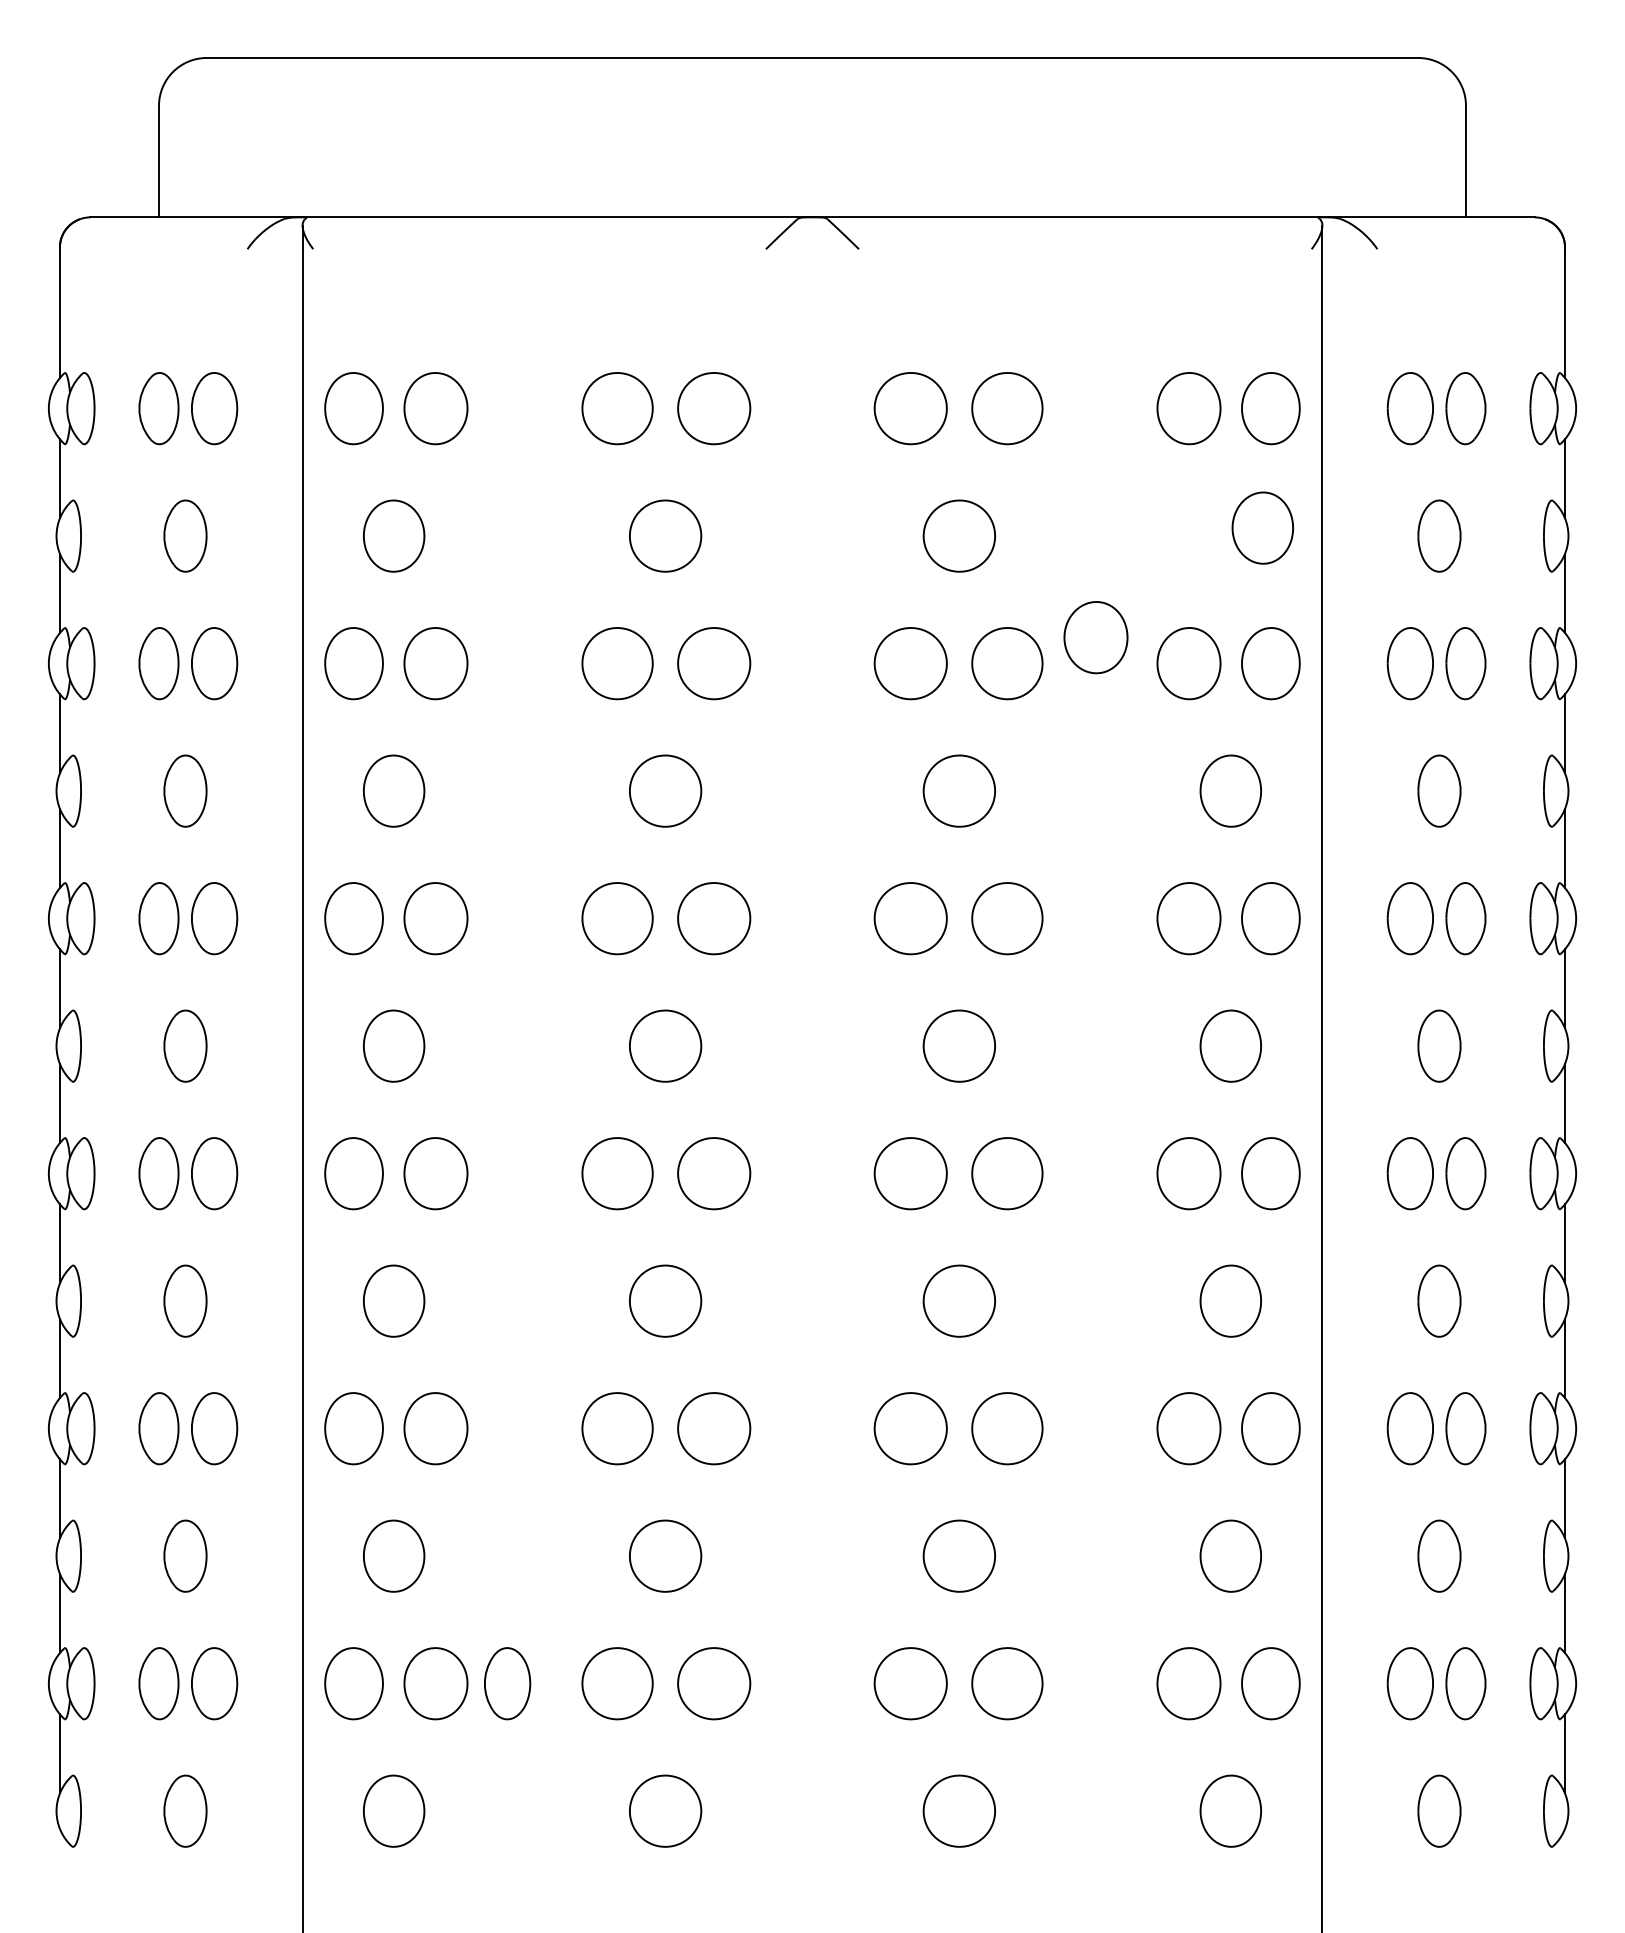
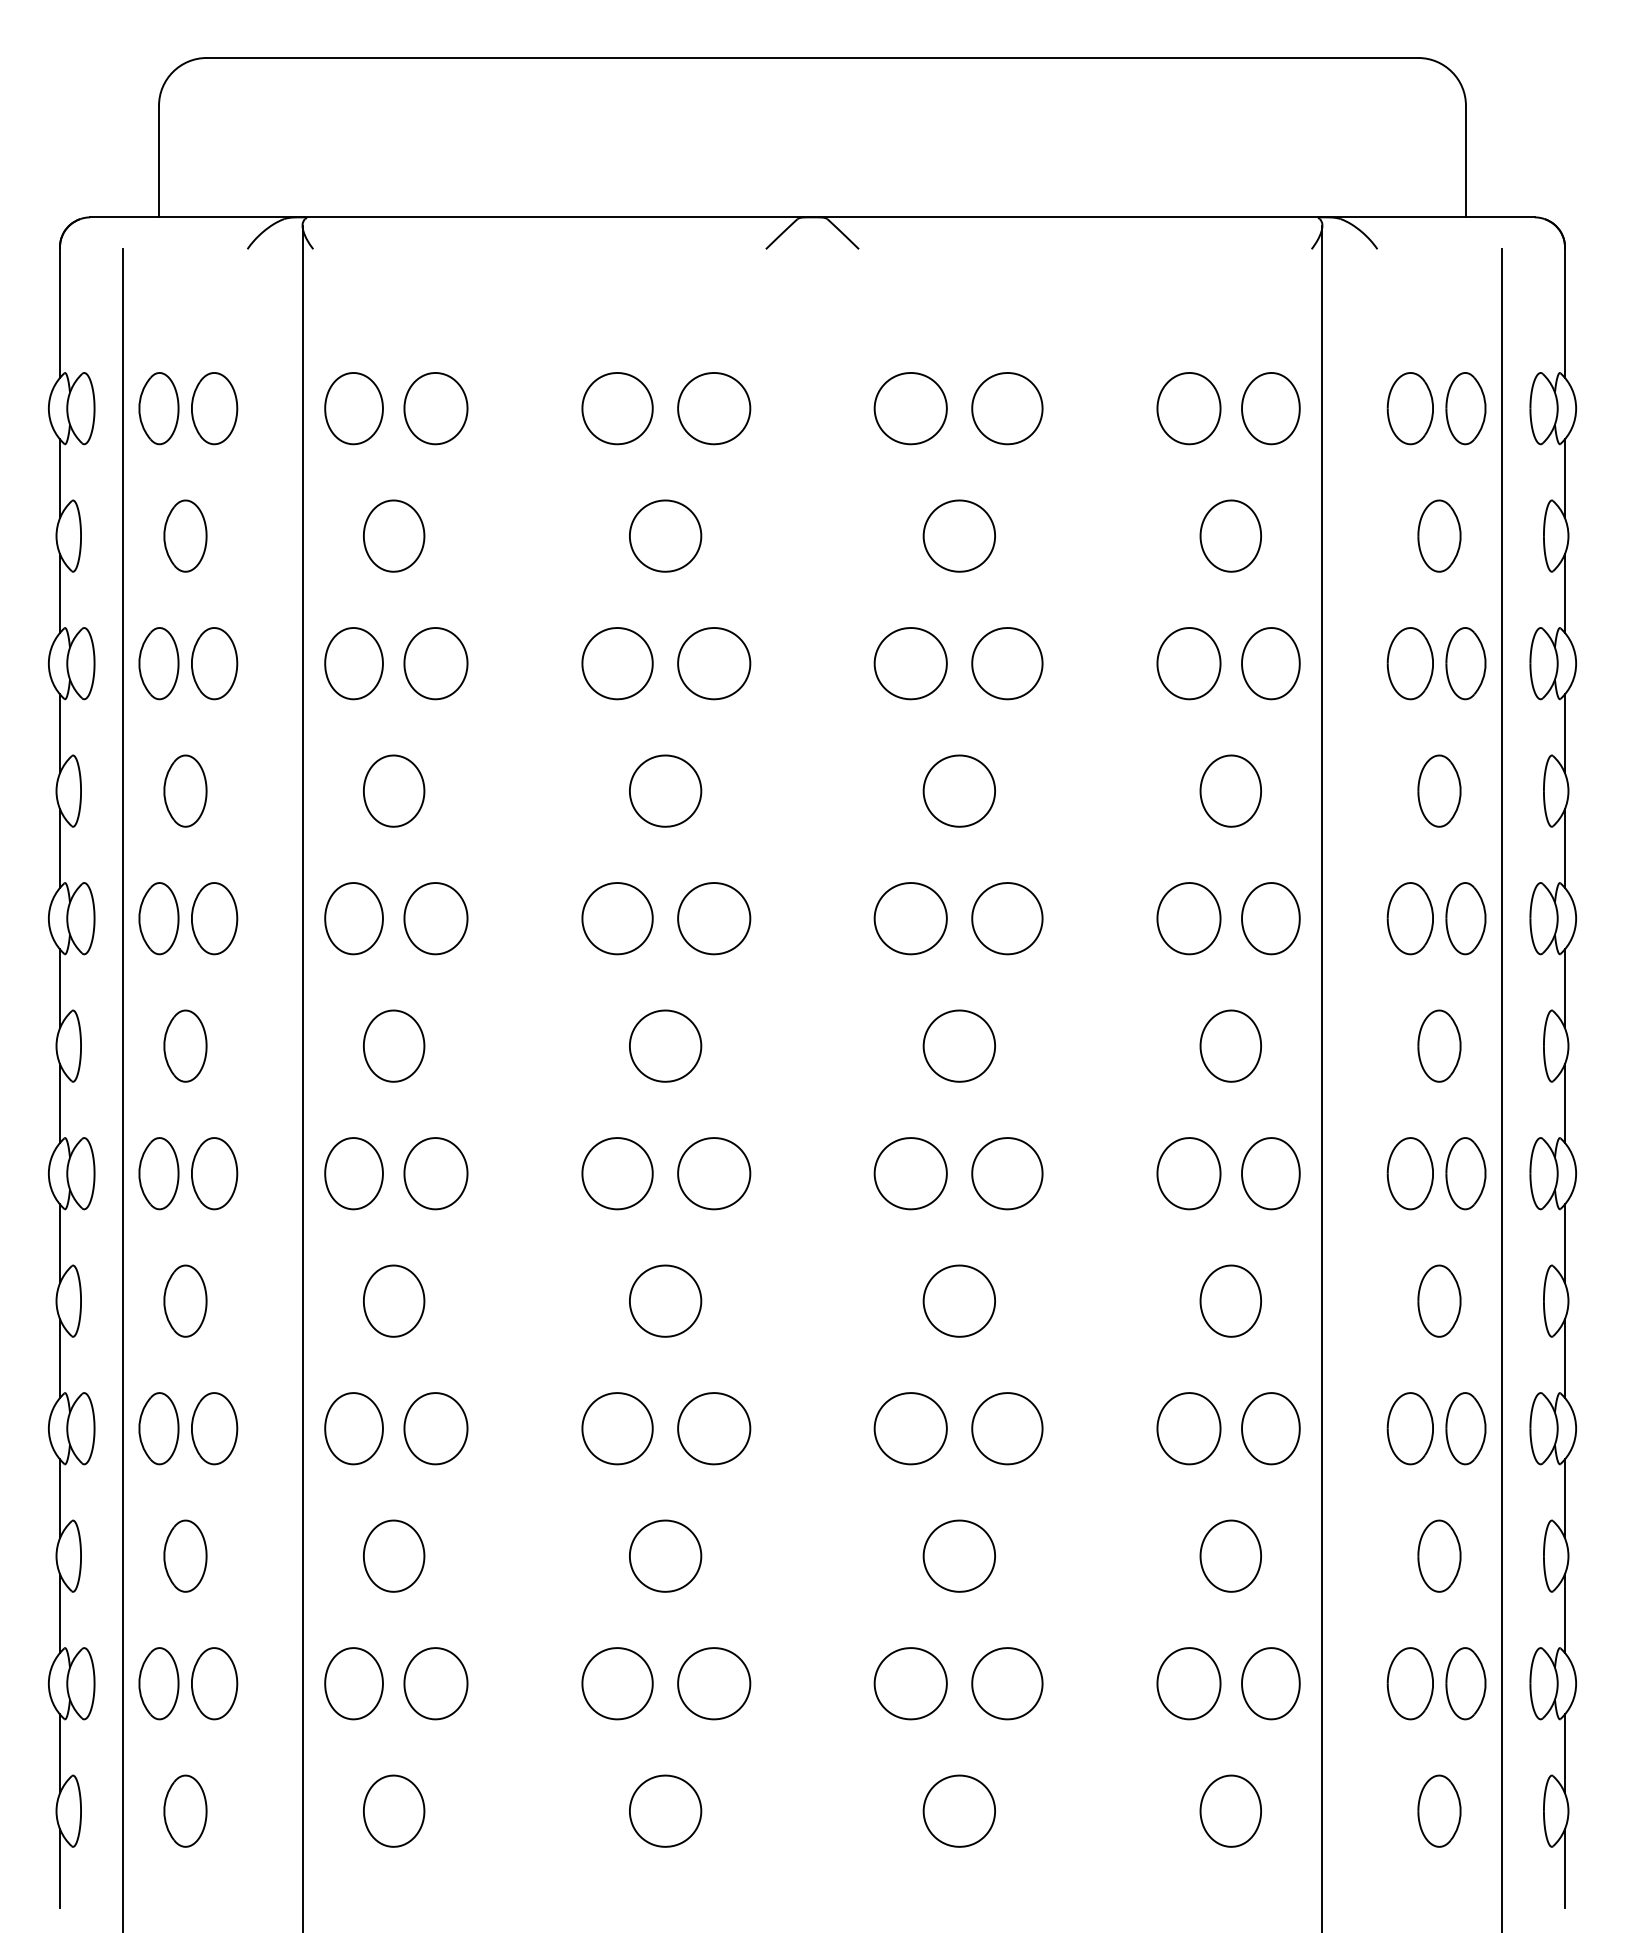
part at (1262, 527) position: (1262, 527) -> (1230, 535)
part at (1095, 637): present -> none
line at (122, 1089): none -> present
line at (1502, 1089): none -> present
part at (507, 1683): present -> none
line at (59, 1868): none -> present
line at (1565, 1868): none -> present
